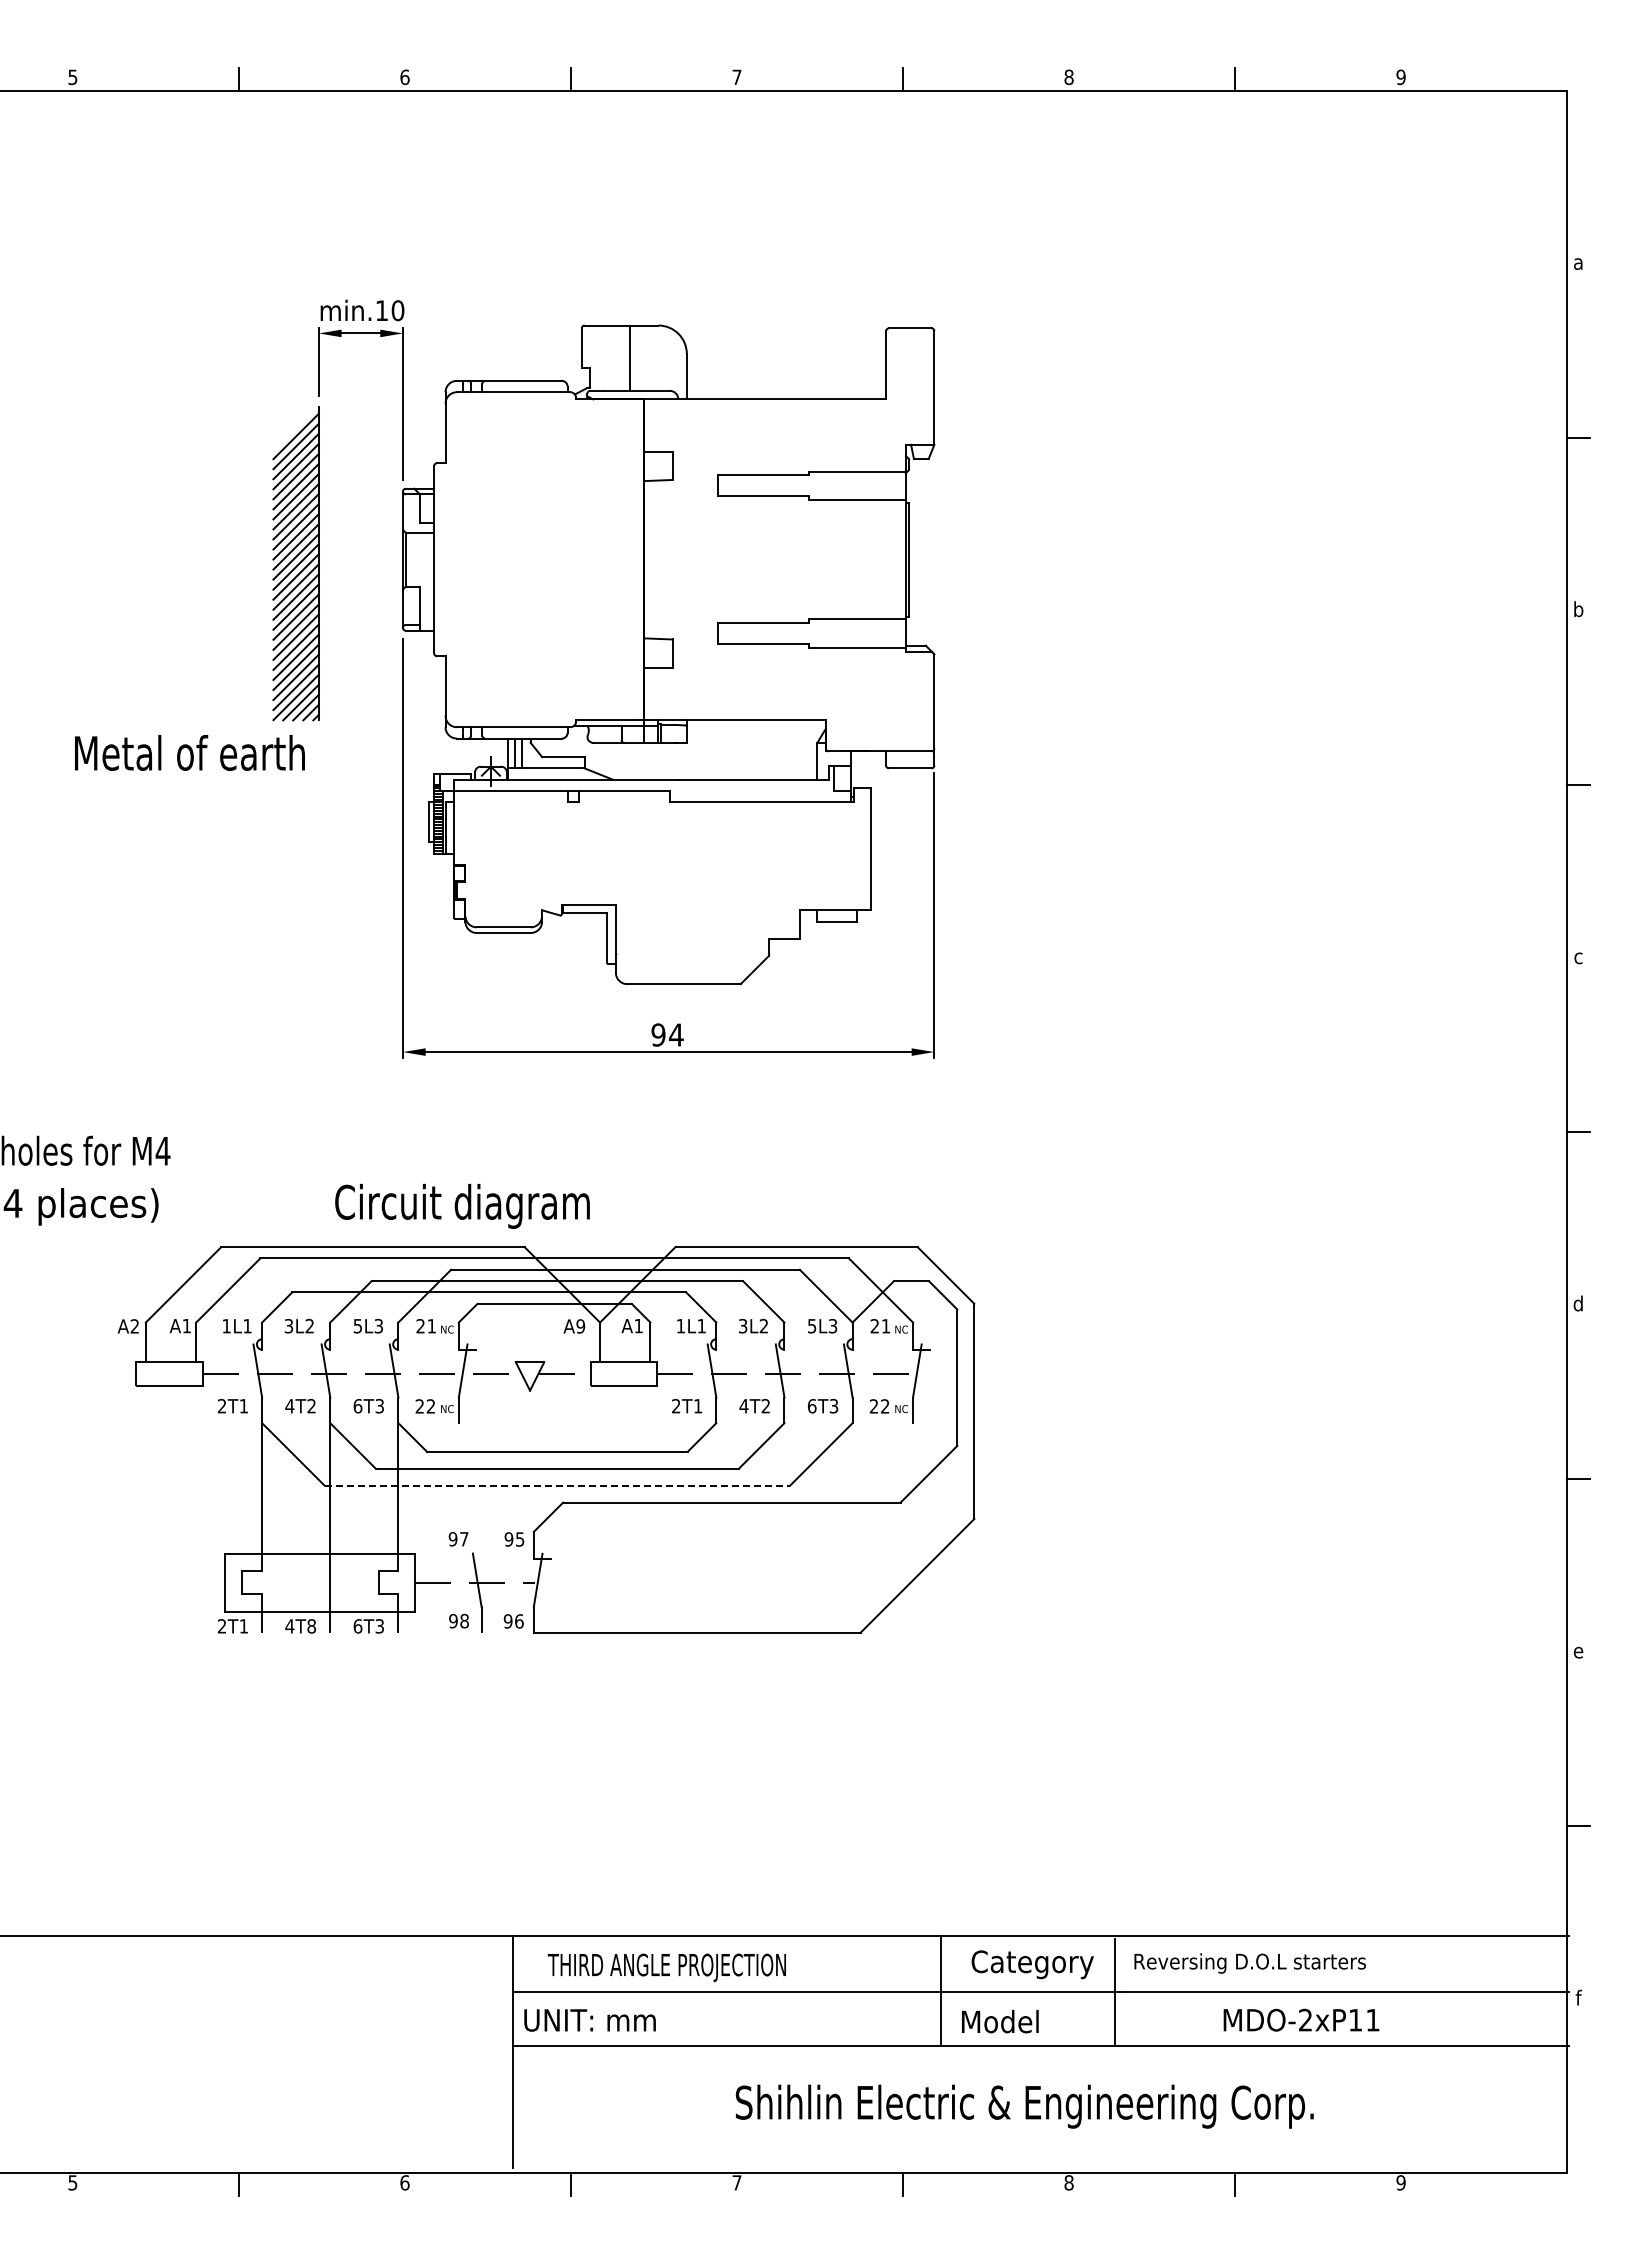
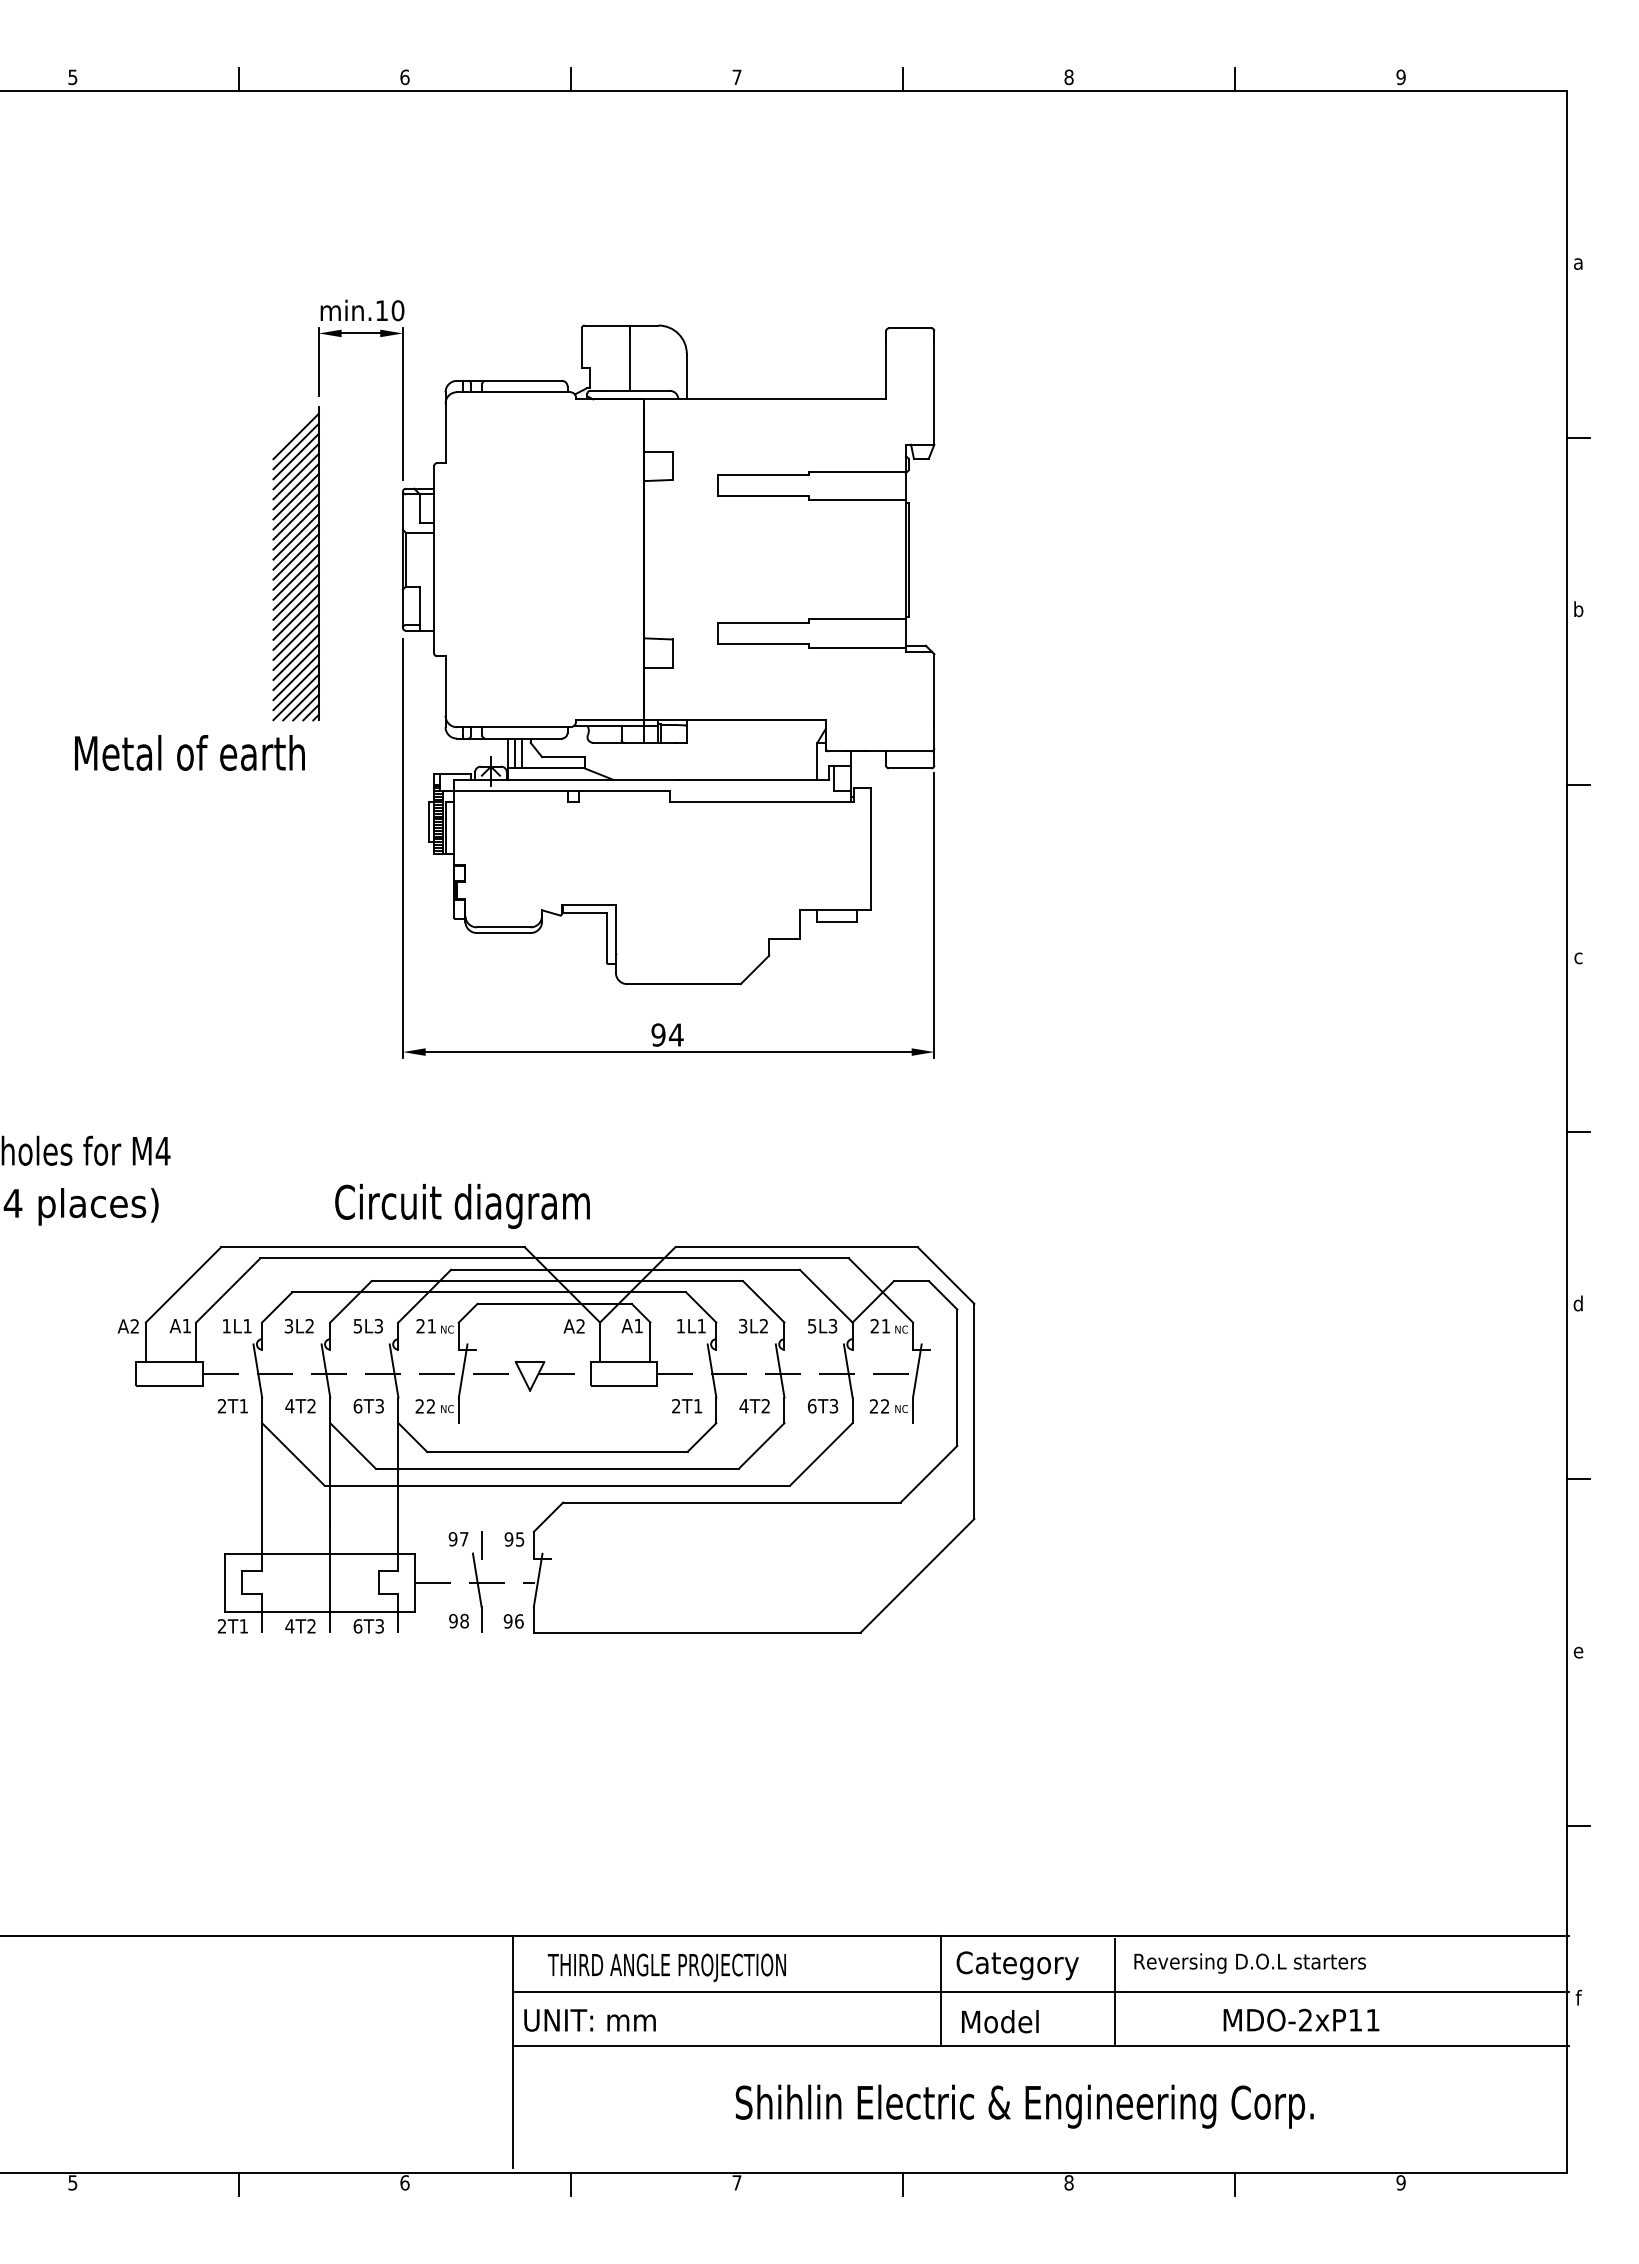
text at (580, 1326): A9 -> A2
line at (557, 1485): dashed -> solid
line at (481, 1544): none -> present
text at (311, 1626): 4T8 -> 4T2
text at (1032, 1964) position: (1032, 1964) -> (1017, 1965)
